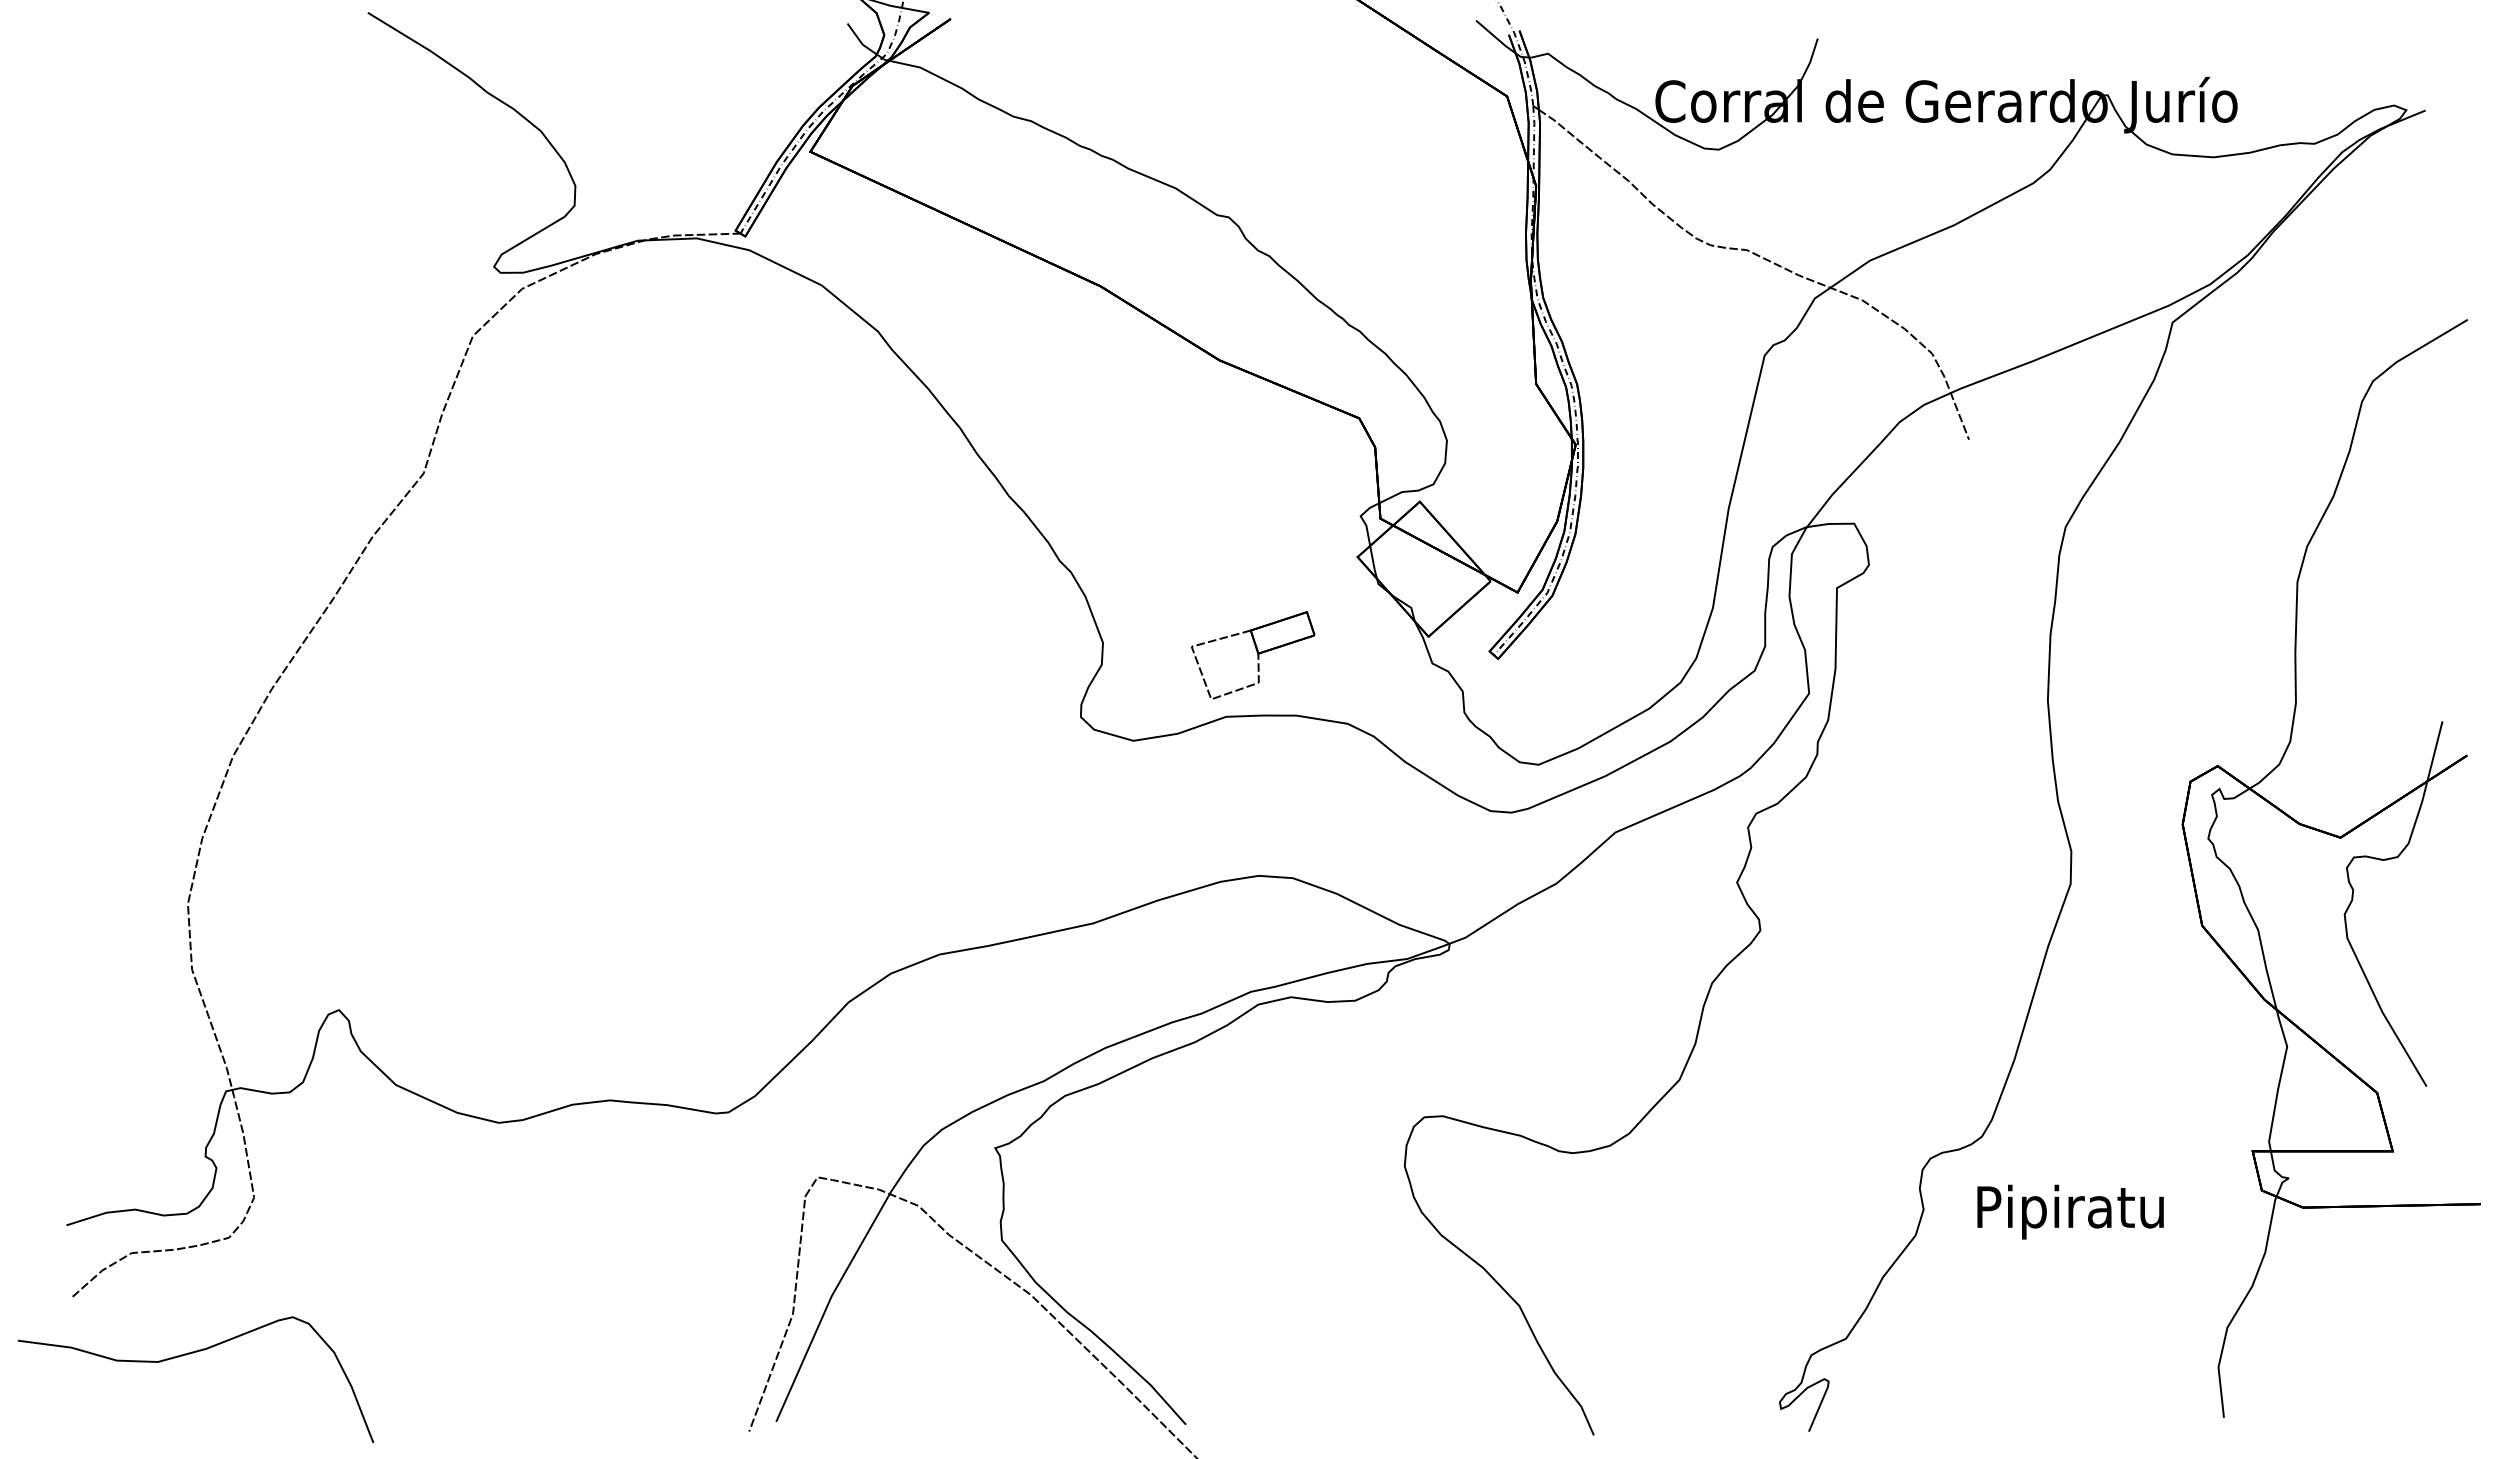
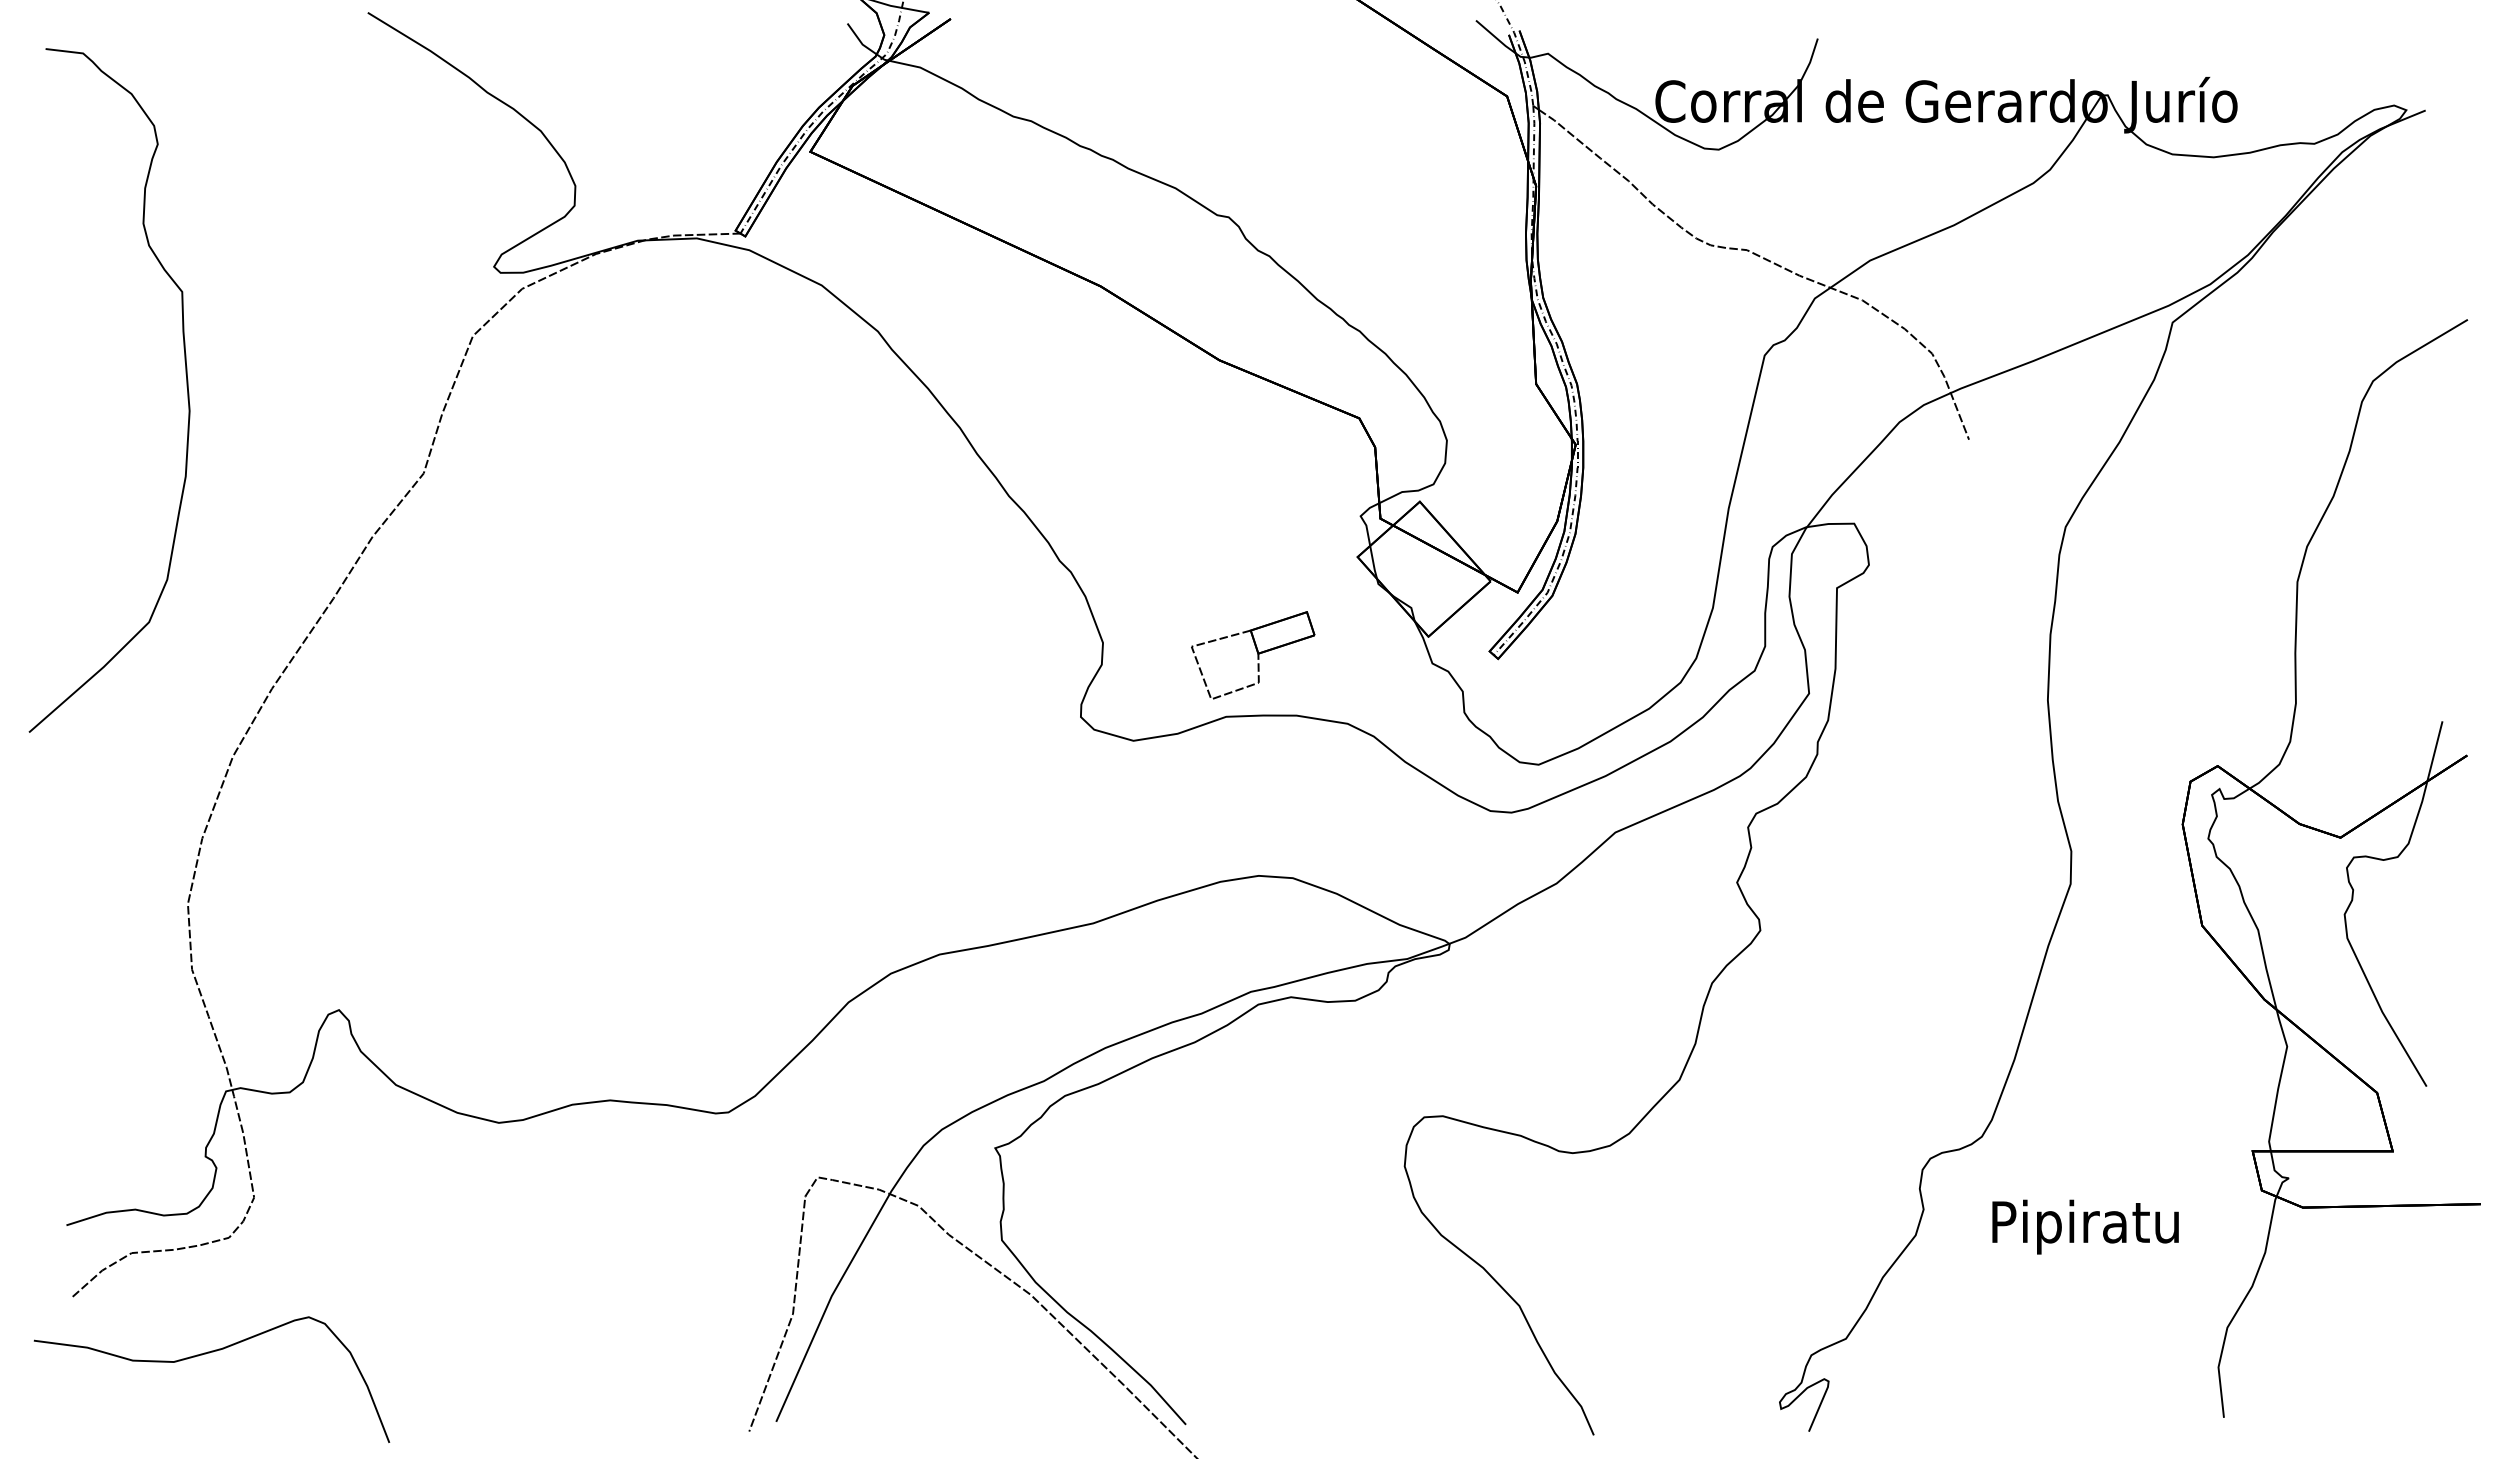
curve at (186, 387): none -> present
text at (2070, 1211) position: (2070, 1211) -> (2085, 1226)
curve at (190, 1354) position: (190, 1354) -> (206, 1354)
